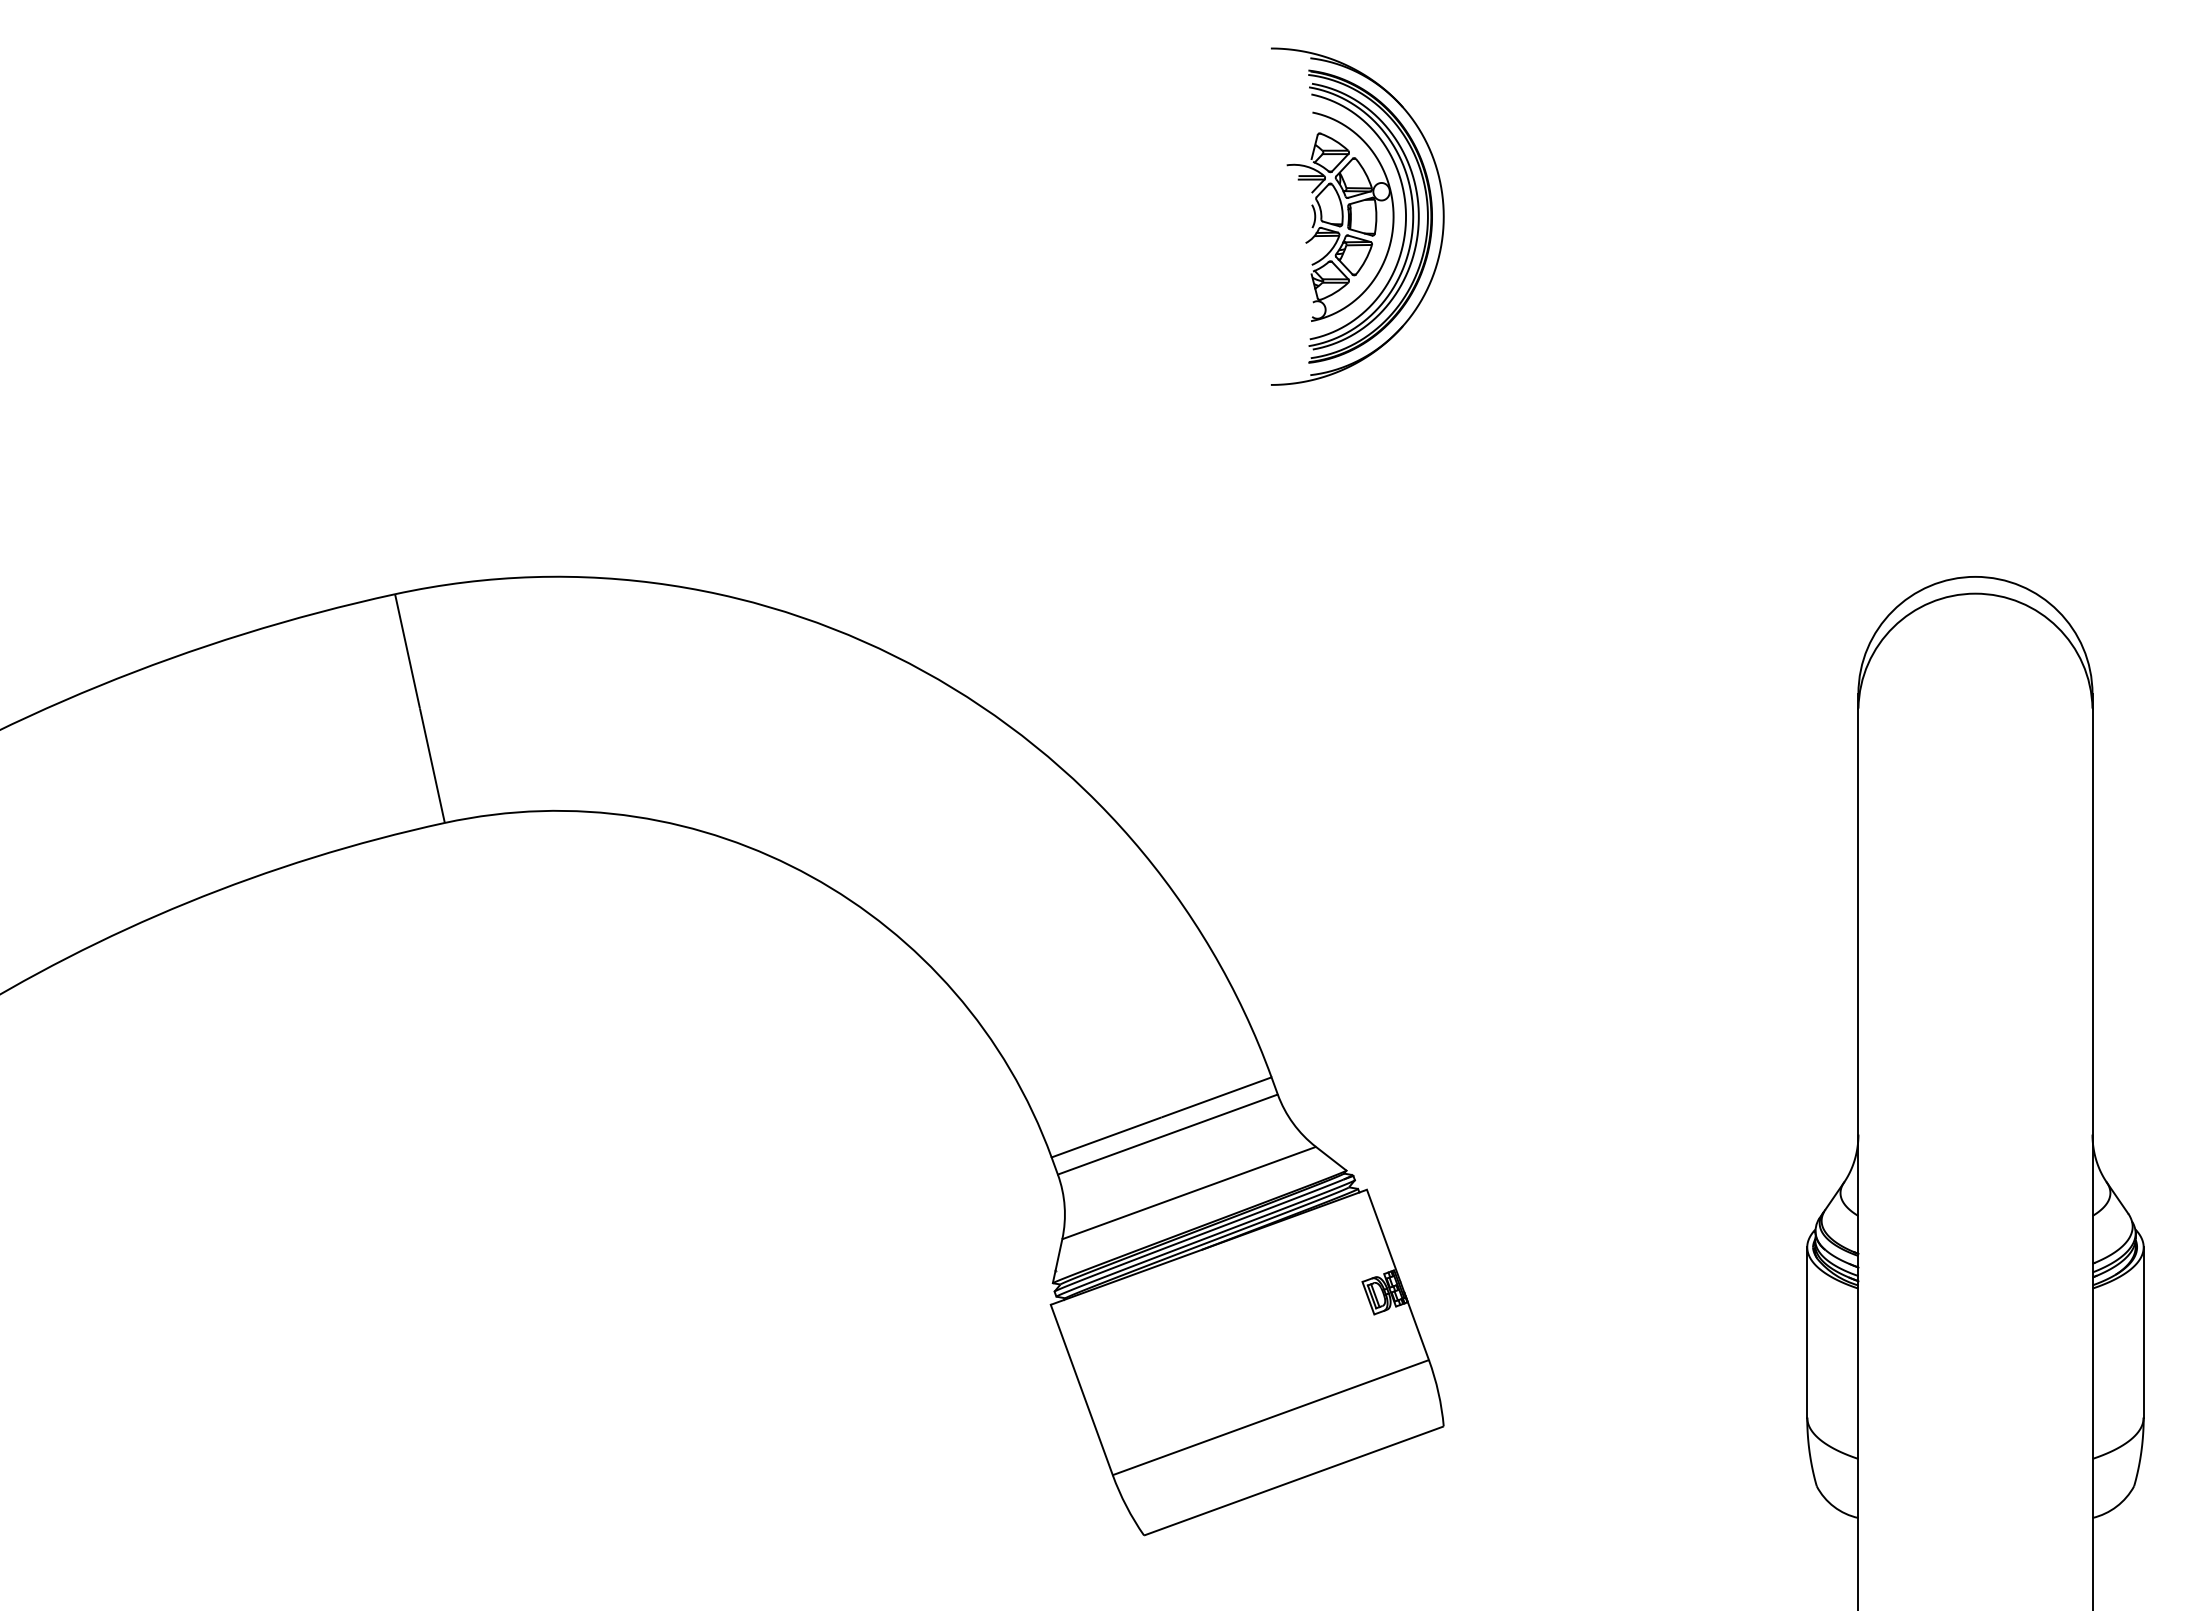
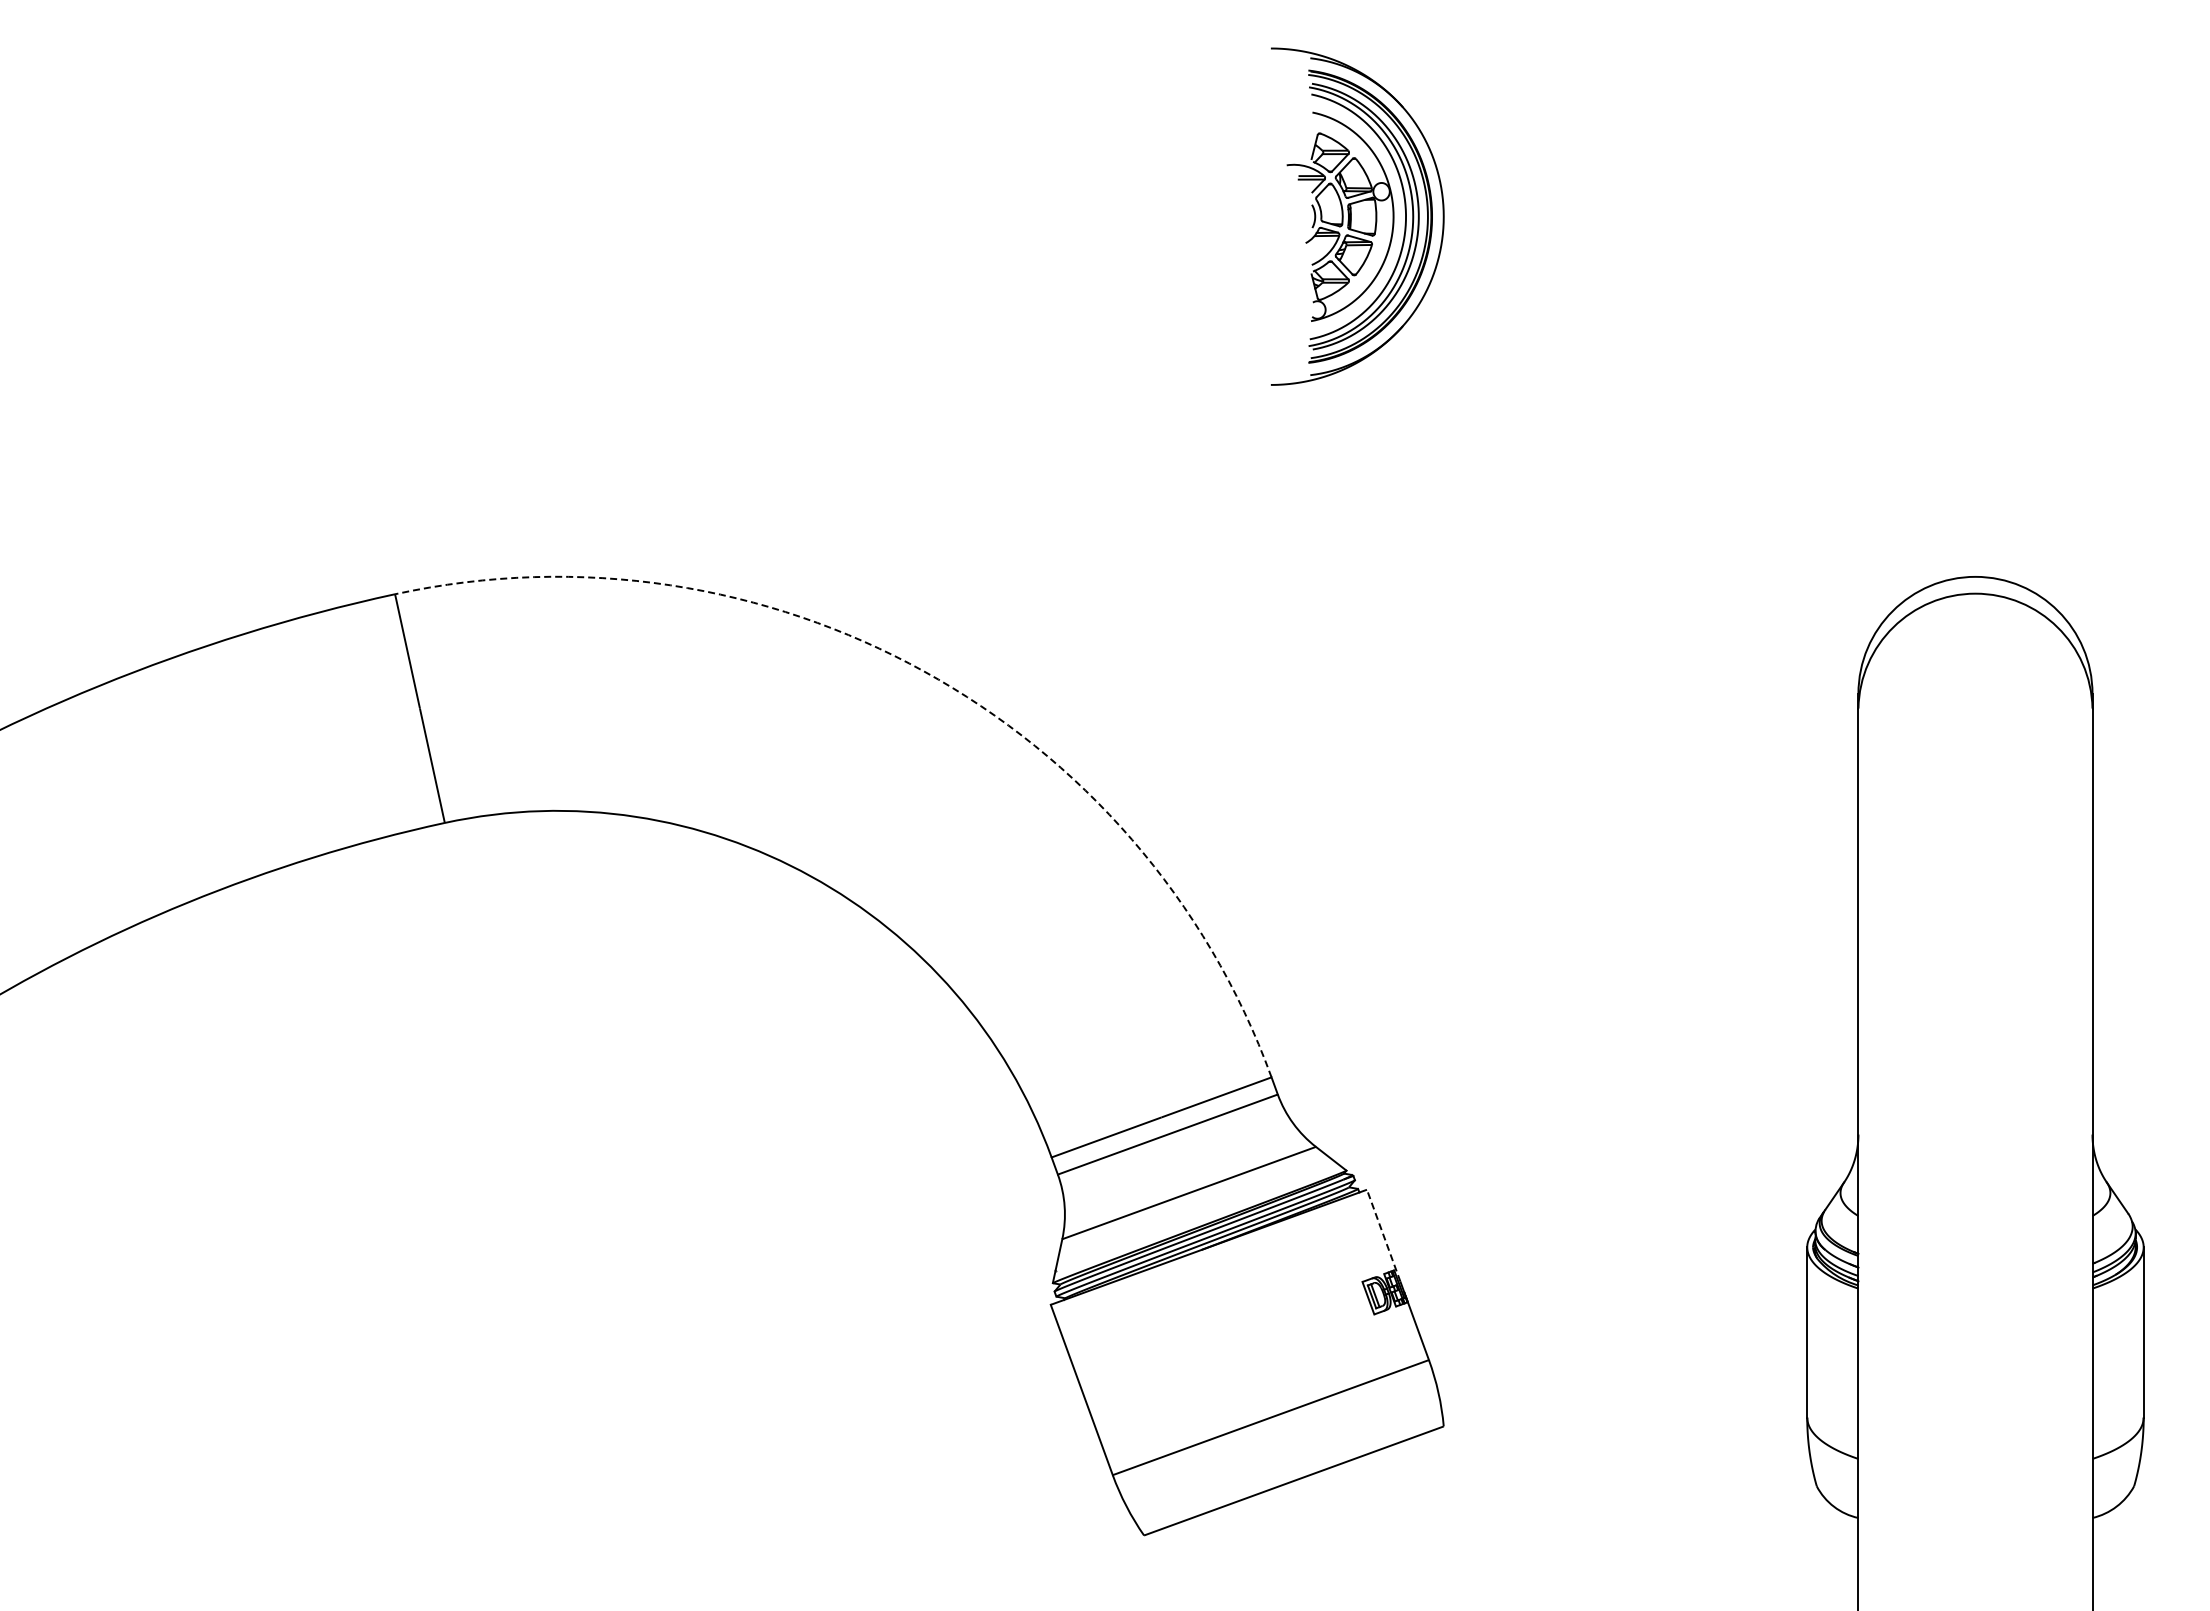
arc at (923, 671): solid -> dashed
line at (1383, 1235): solid -> dashed
